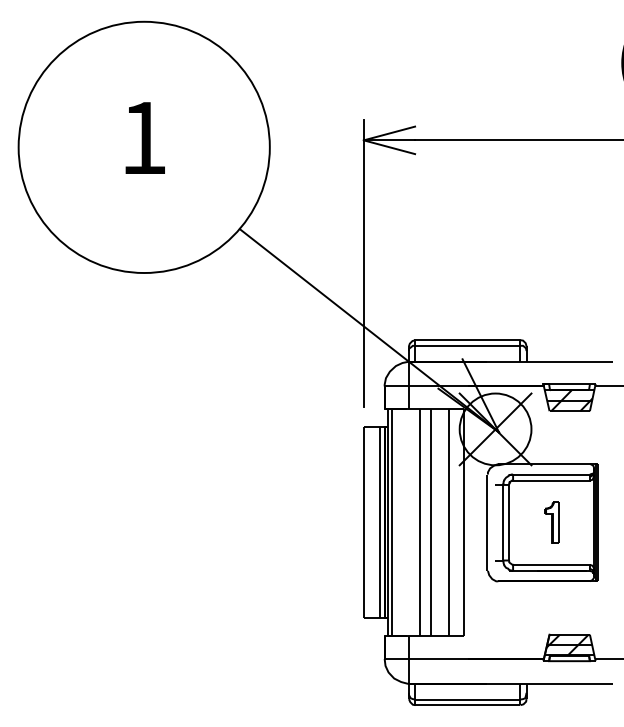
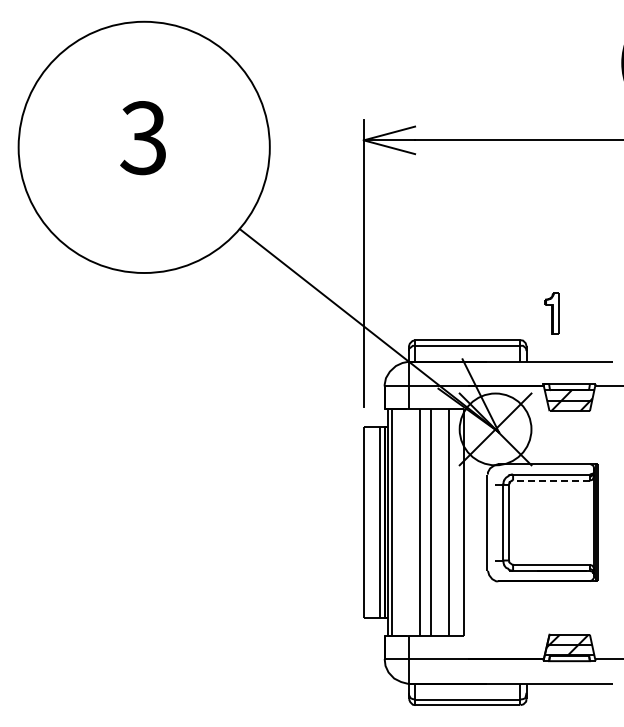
text at (142, 138): 1 -> 3
line at (551, 480): solid -> dashed
part at (551, 522) position: (551, 522) -> (551, 313)
